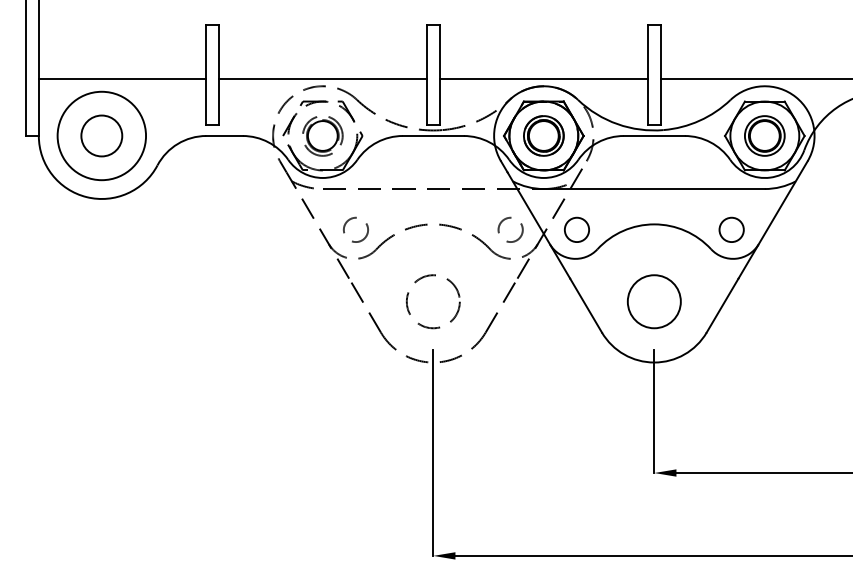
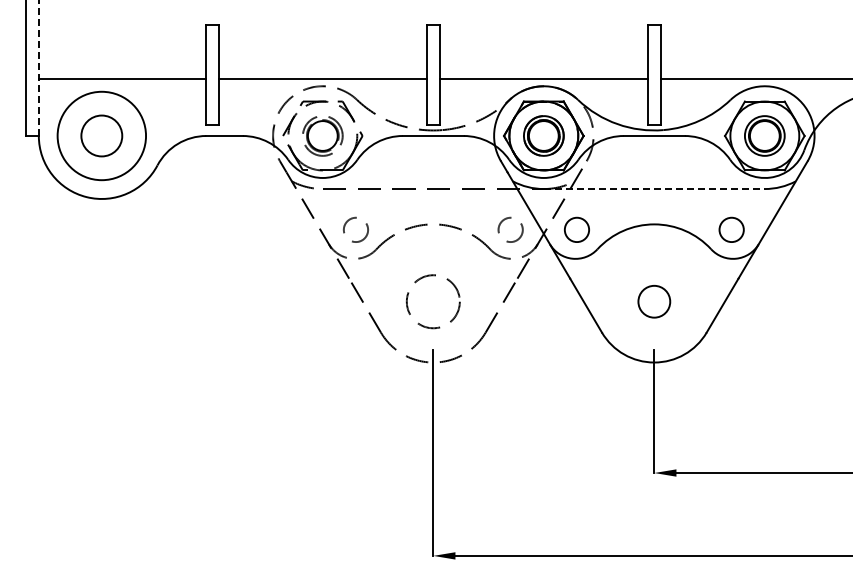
line at (38, 68): solid -> dashed
line at (654, 189): solid -> dashed
circle at (653, 301) diameter: 53 px -> 32 px
